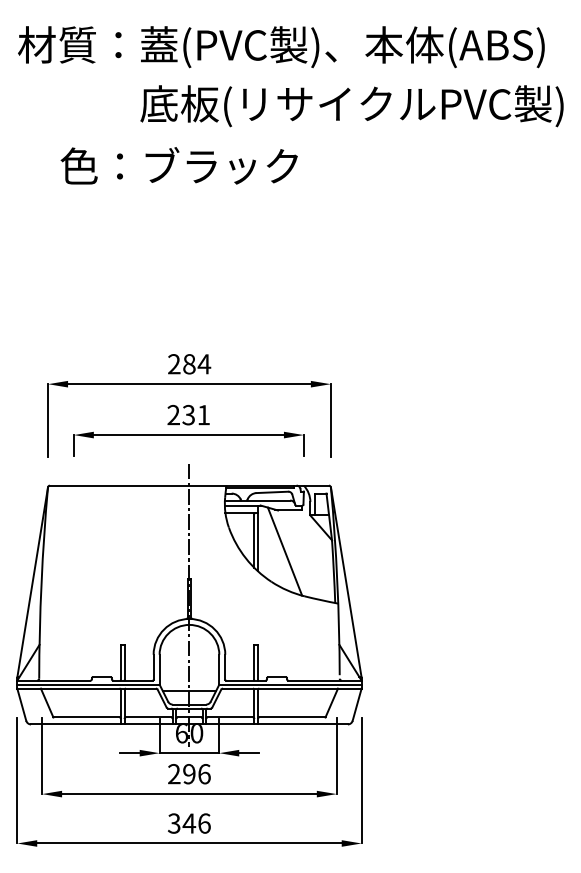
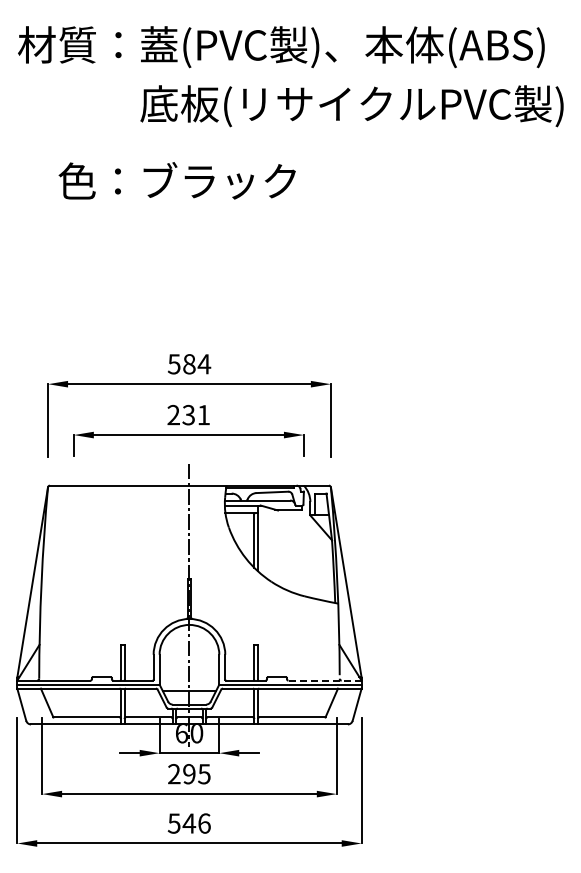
text at (178, 165) position: (178, 165) -> (176, 180)
text at (173, 364): 284 -> 584
line at (284, 551): present -> none
line at (325, 680): solid -> dashed
text at (204, 774): 296 -> 295
text at (174, 823): 346 -> 546
